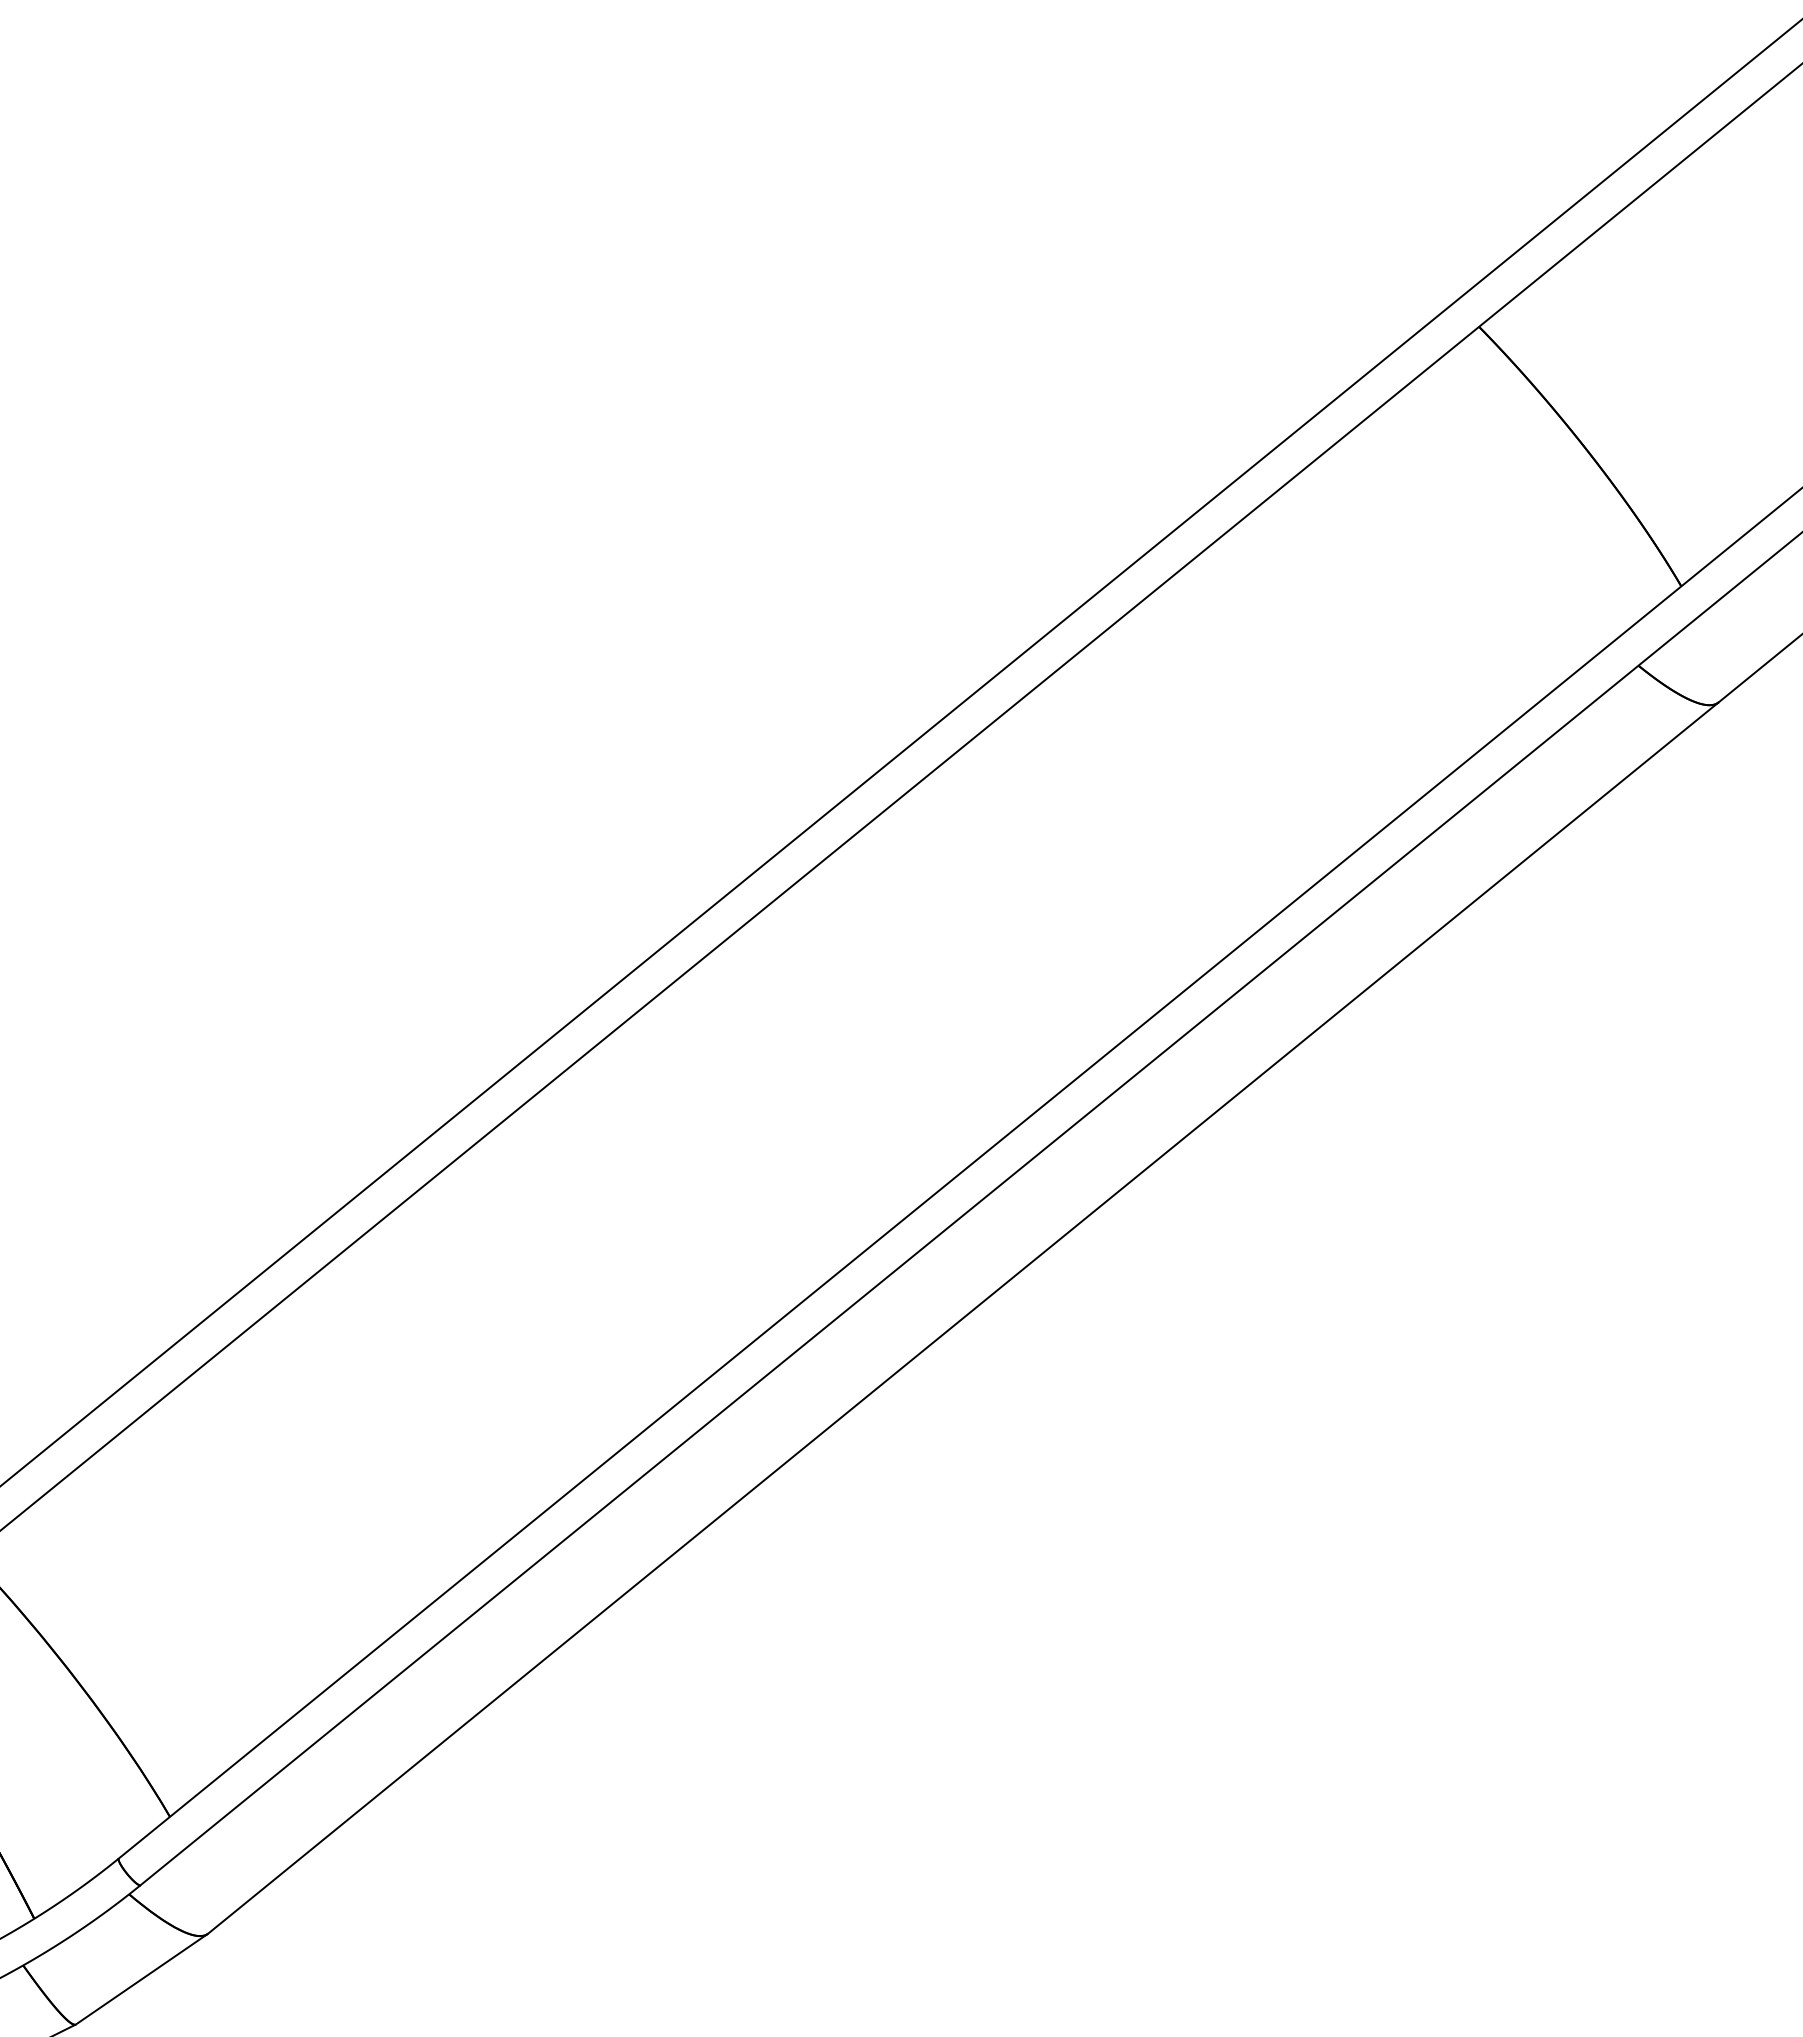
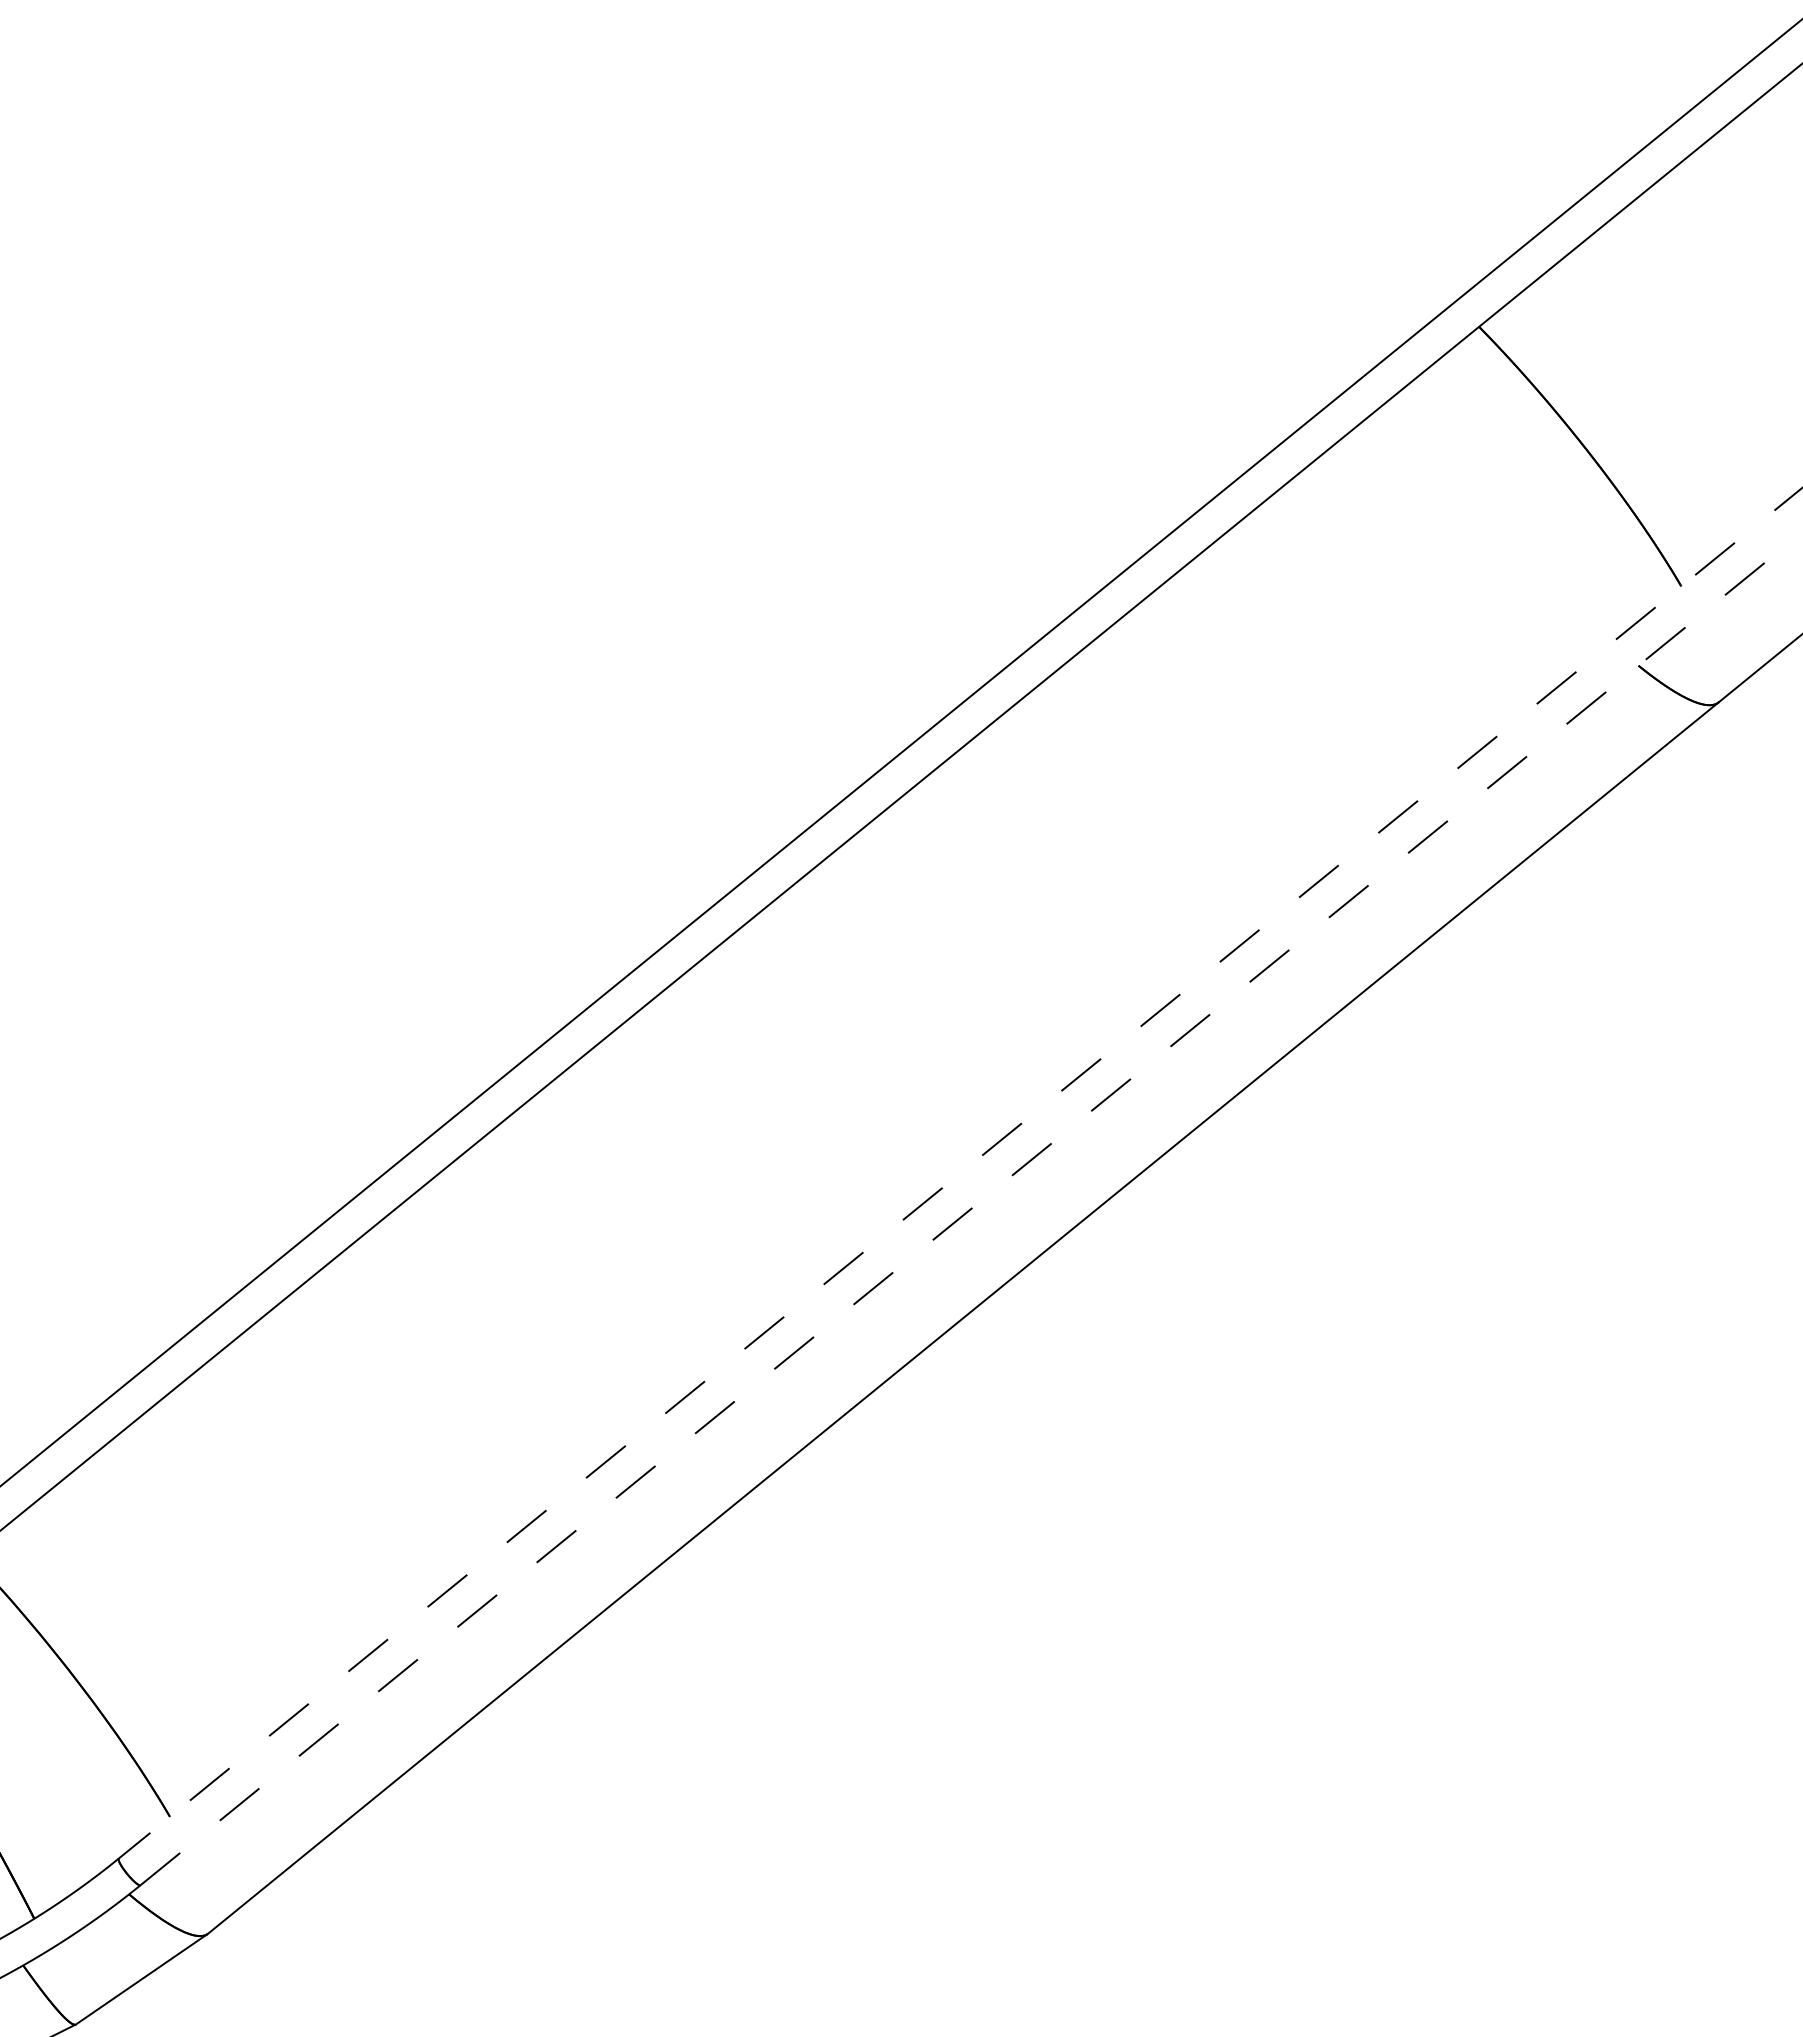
line at (960, 1173): solid -> dashed
line at (971, 1208): solid -> dashed
